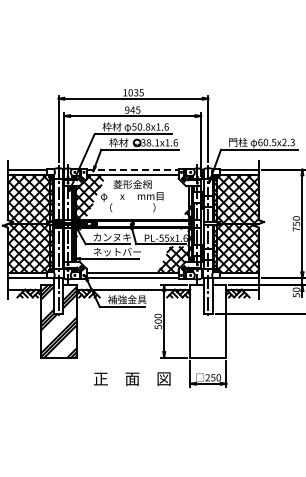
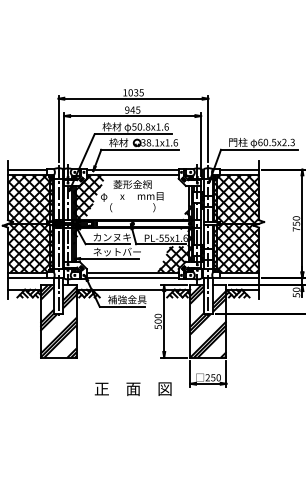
line at (132, 169): dashed -> solid
hatch at (208, 321): none -> present
text at (131, 378) position: (131, 378) -> (132, 388)
